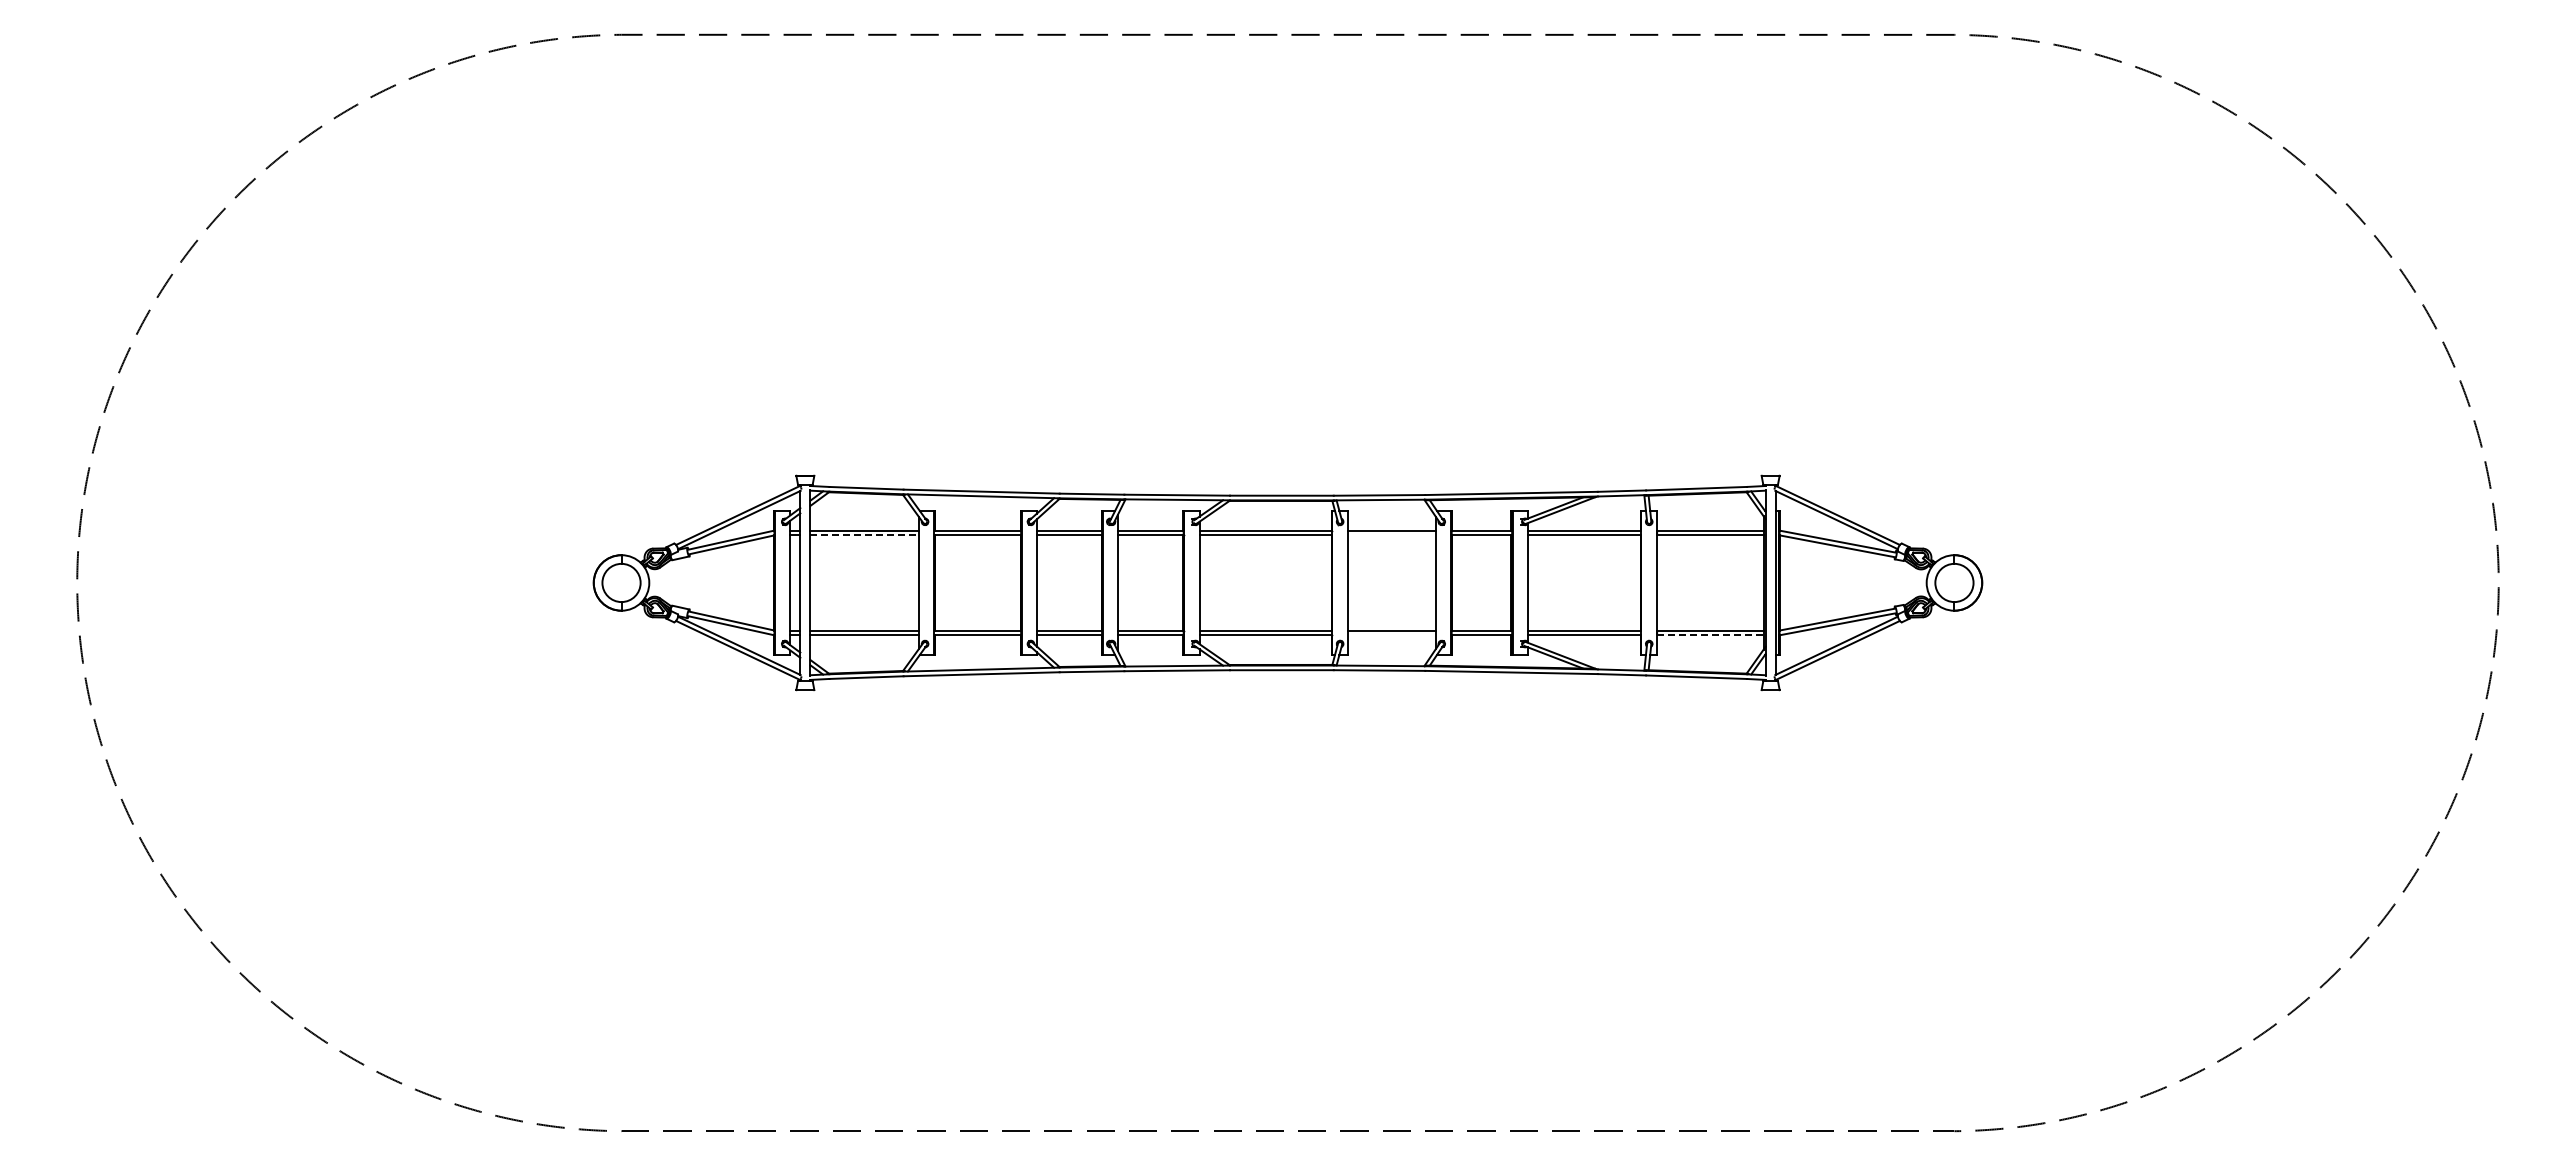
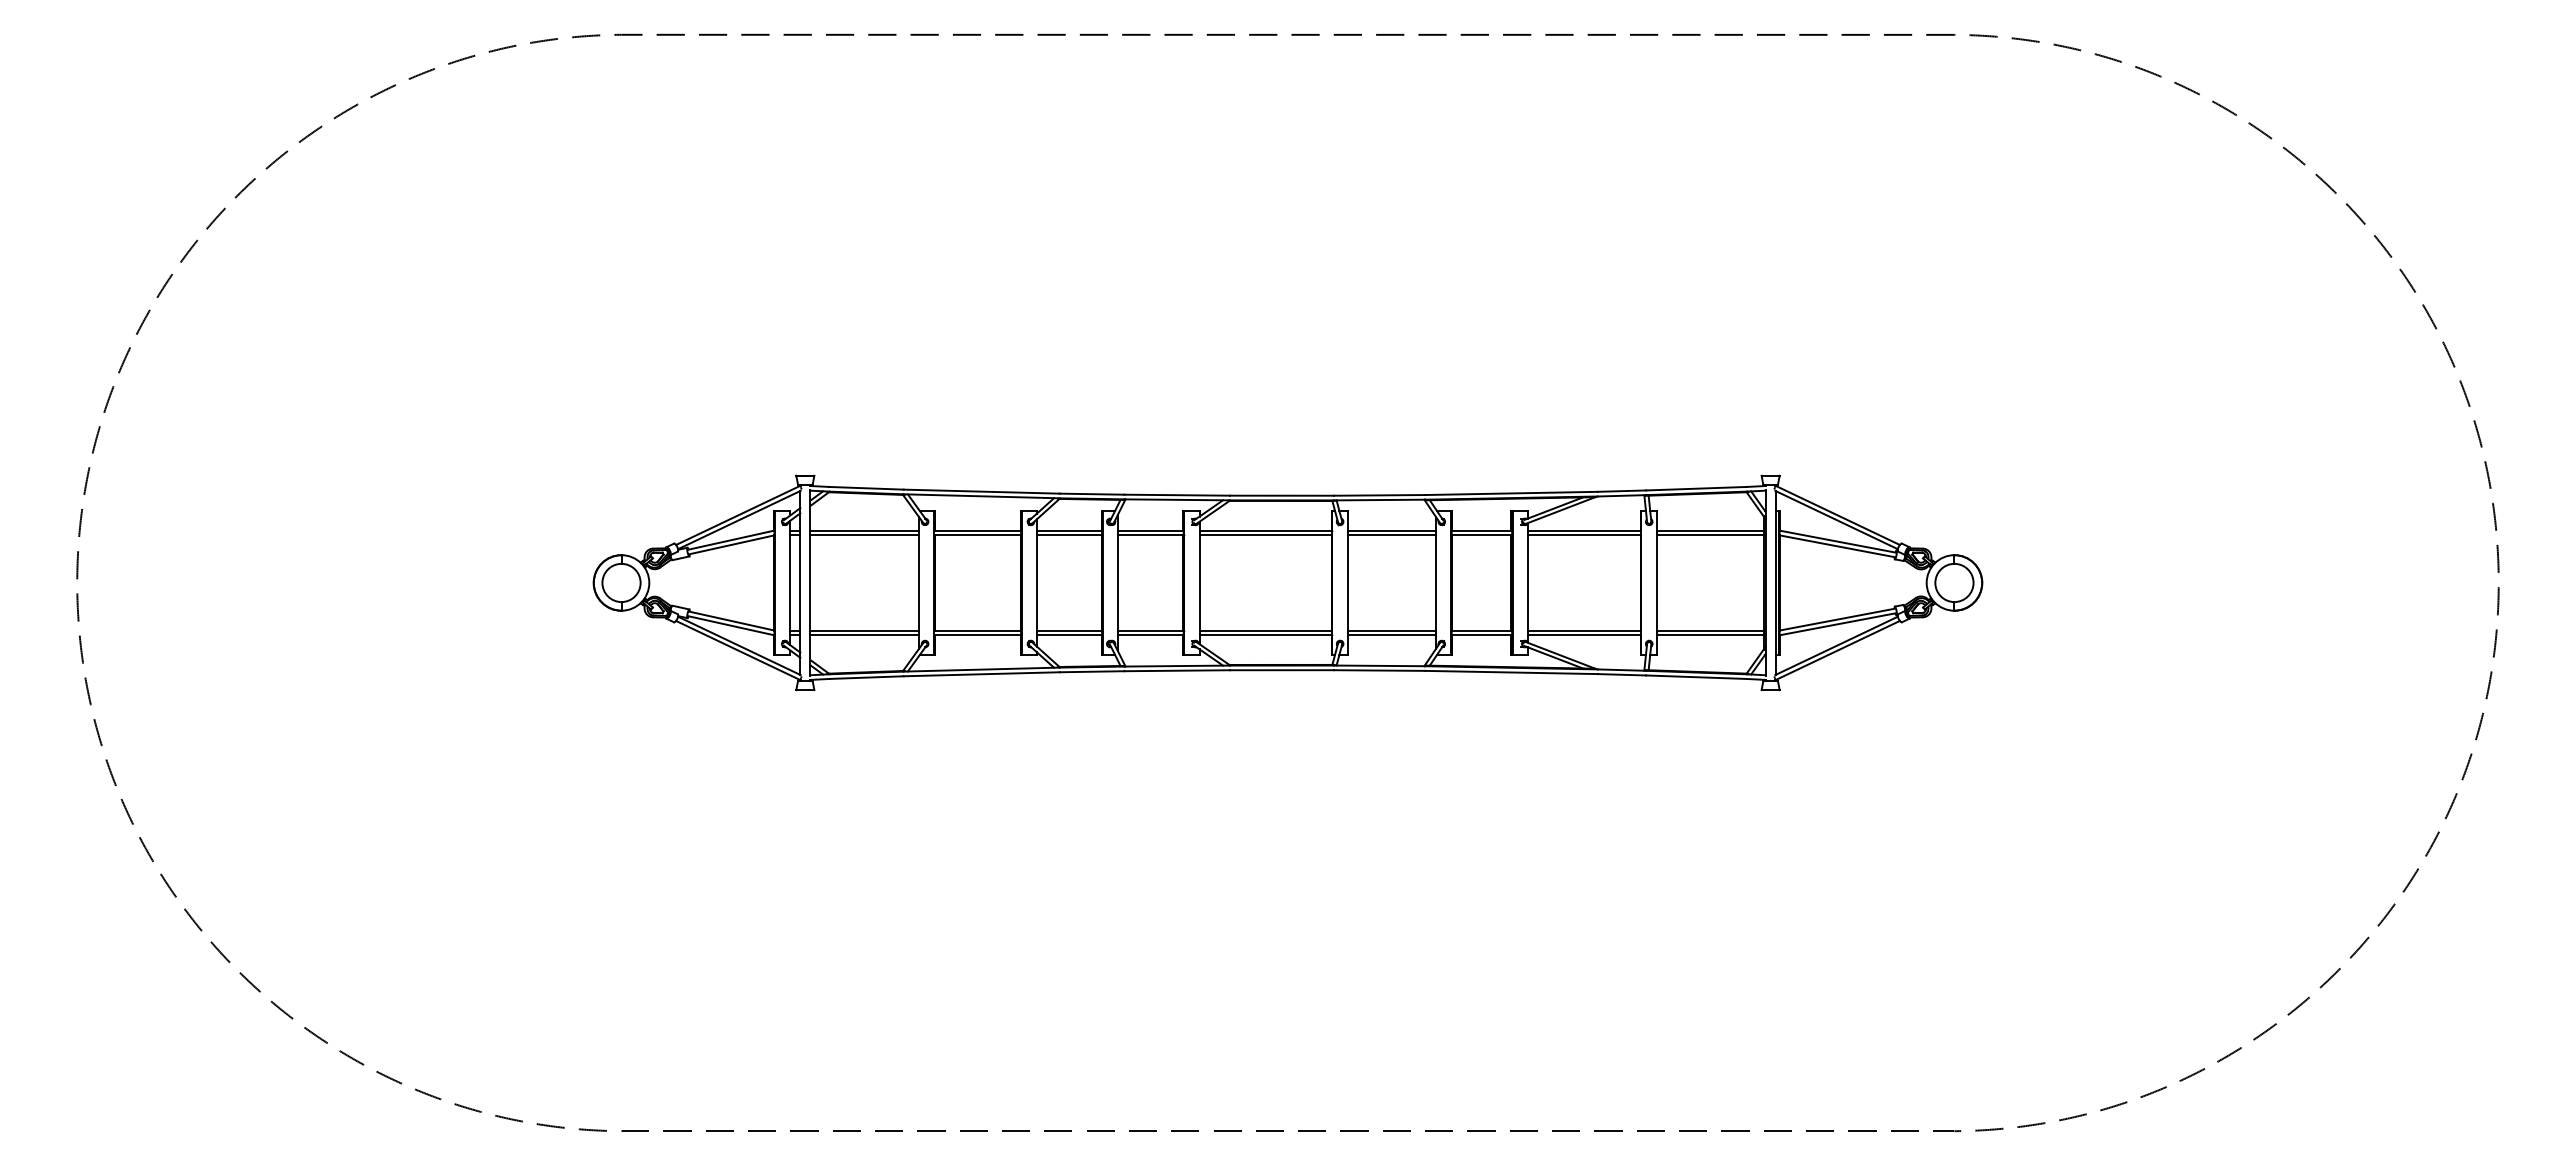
line at (865, 535): dashed -> solid
line at (1391, 535): none -> present
line at (1391, 635): none -> present
line at (1710, 635): dashed -> solid
